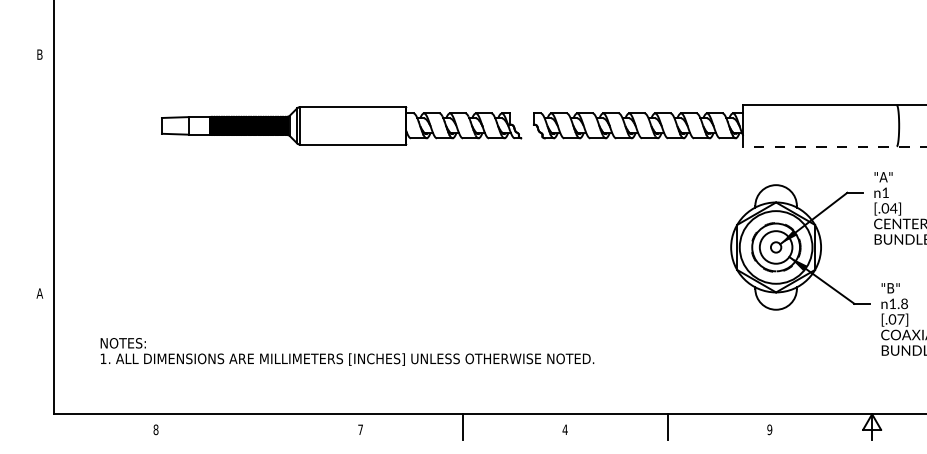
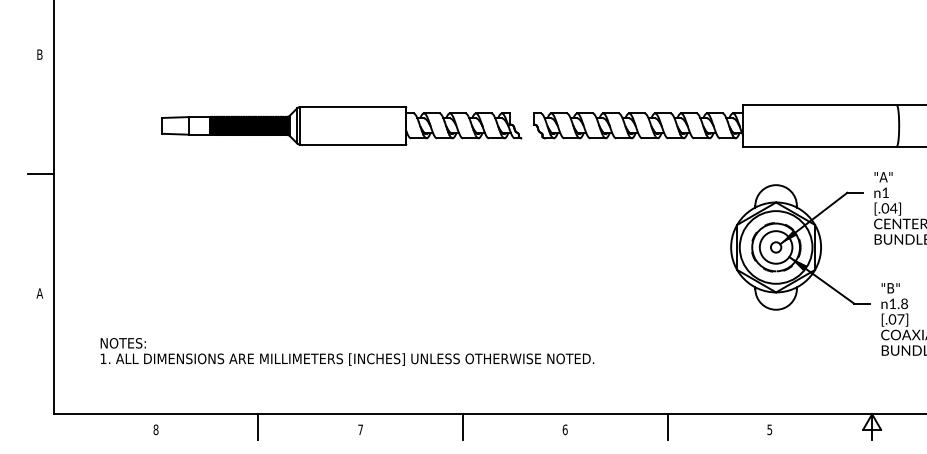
line at (834, 146): dashed -> solid
line at (40, 174): none -> present
line at (258, 427): none -> present
text at (564, 429): 4 -> 6
text at (769, 429): 9 -> 5
